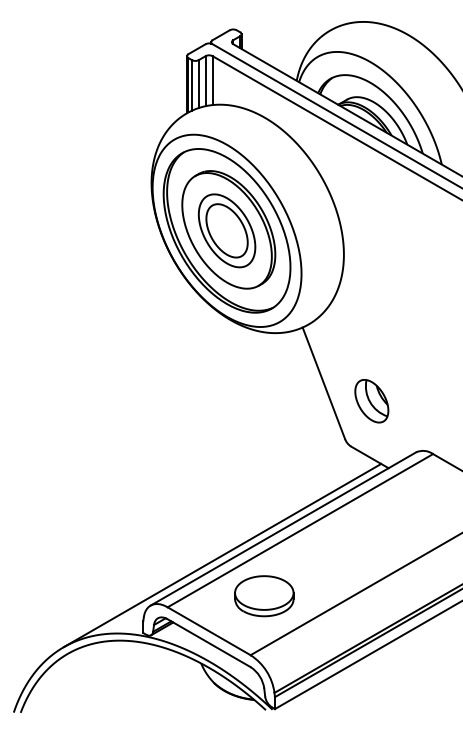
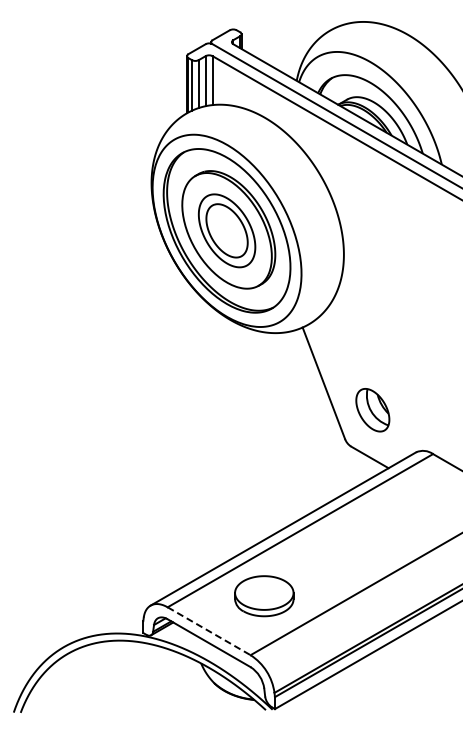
part at (371, 401) position: (371, 401) -> (372, 410)
line at (222, 555): present -> none
line at (209, 631): solid -> dashed
